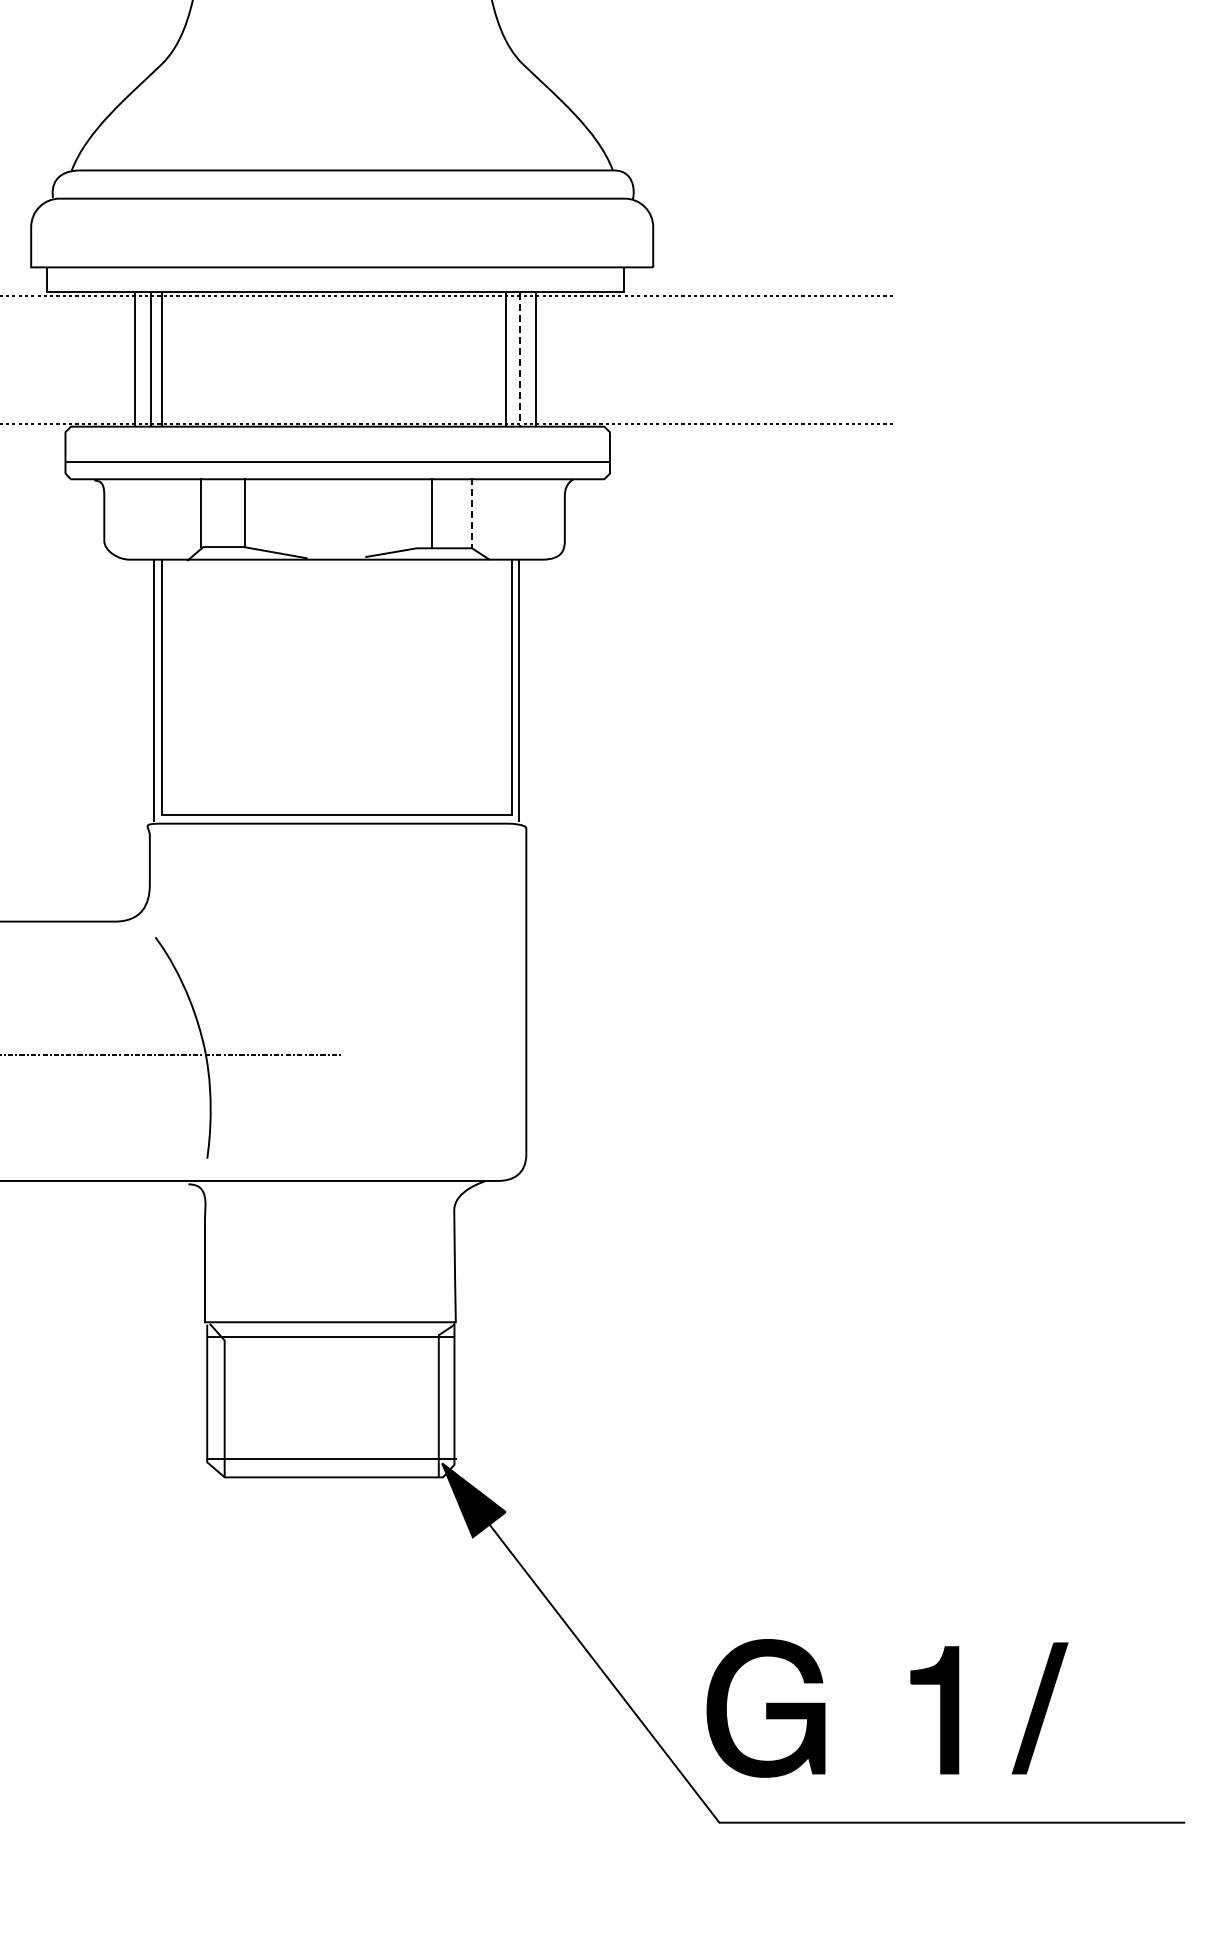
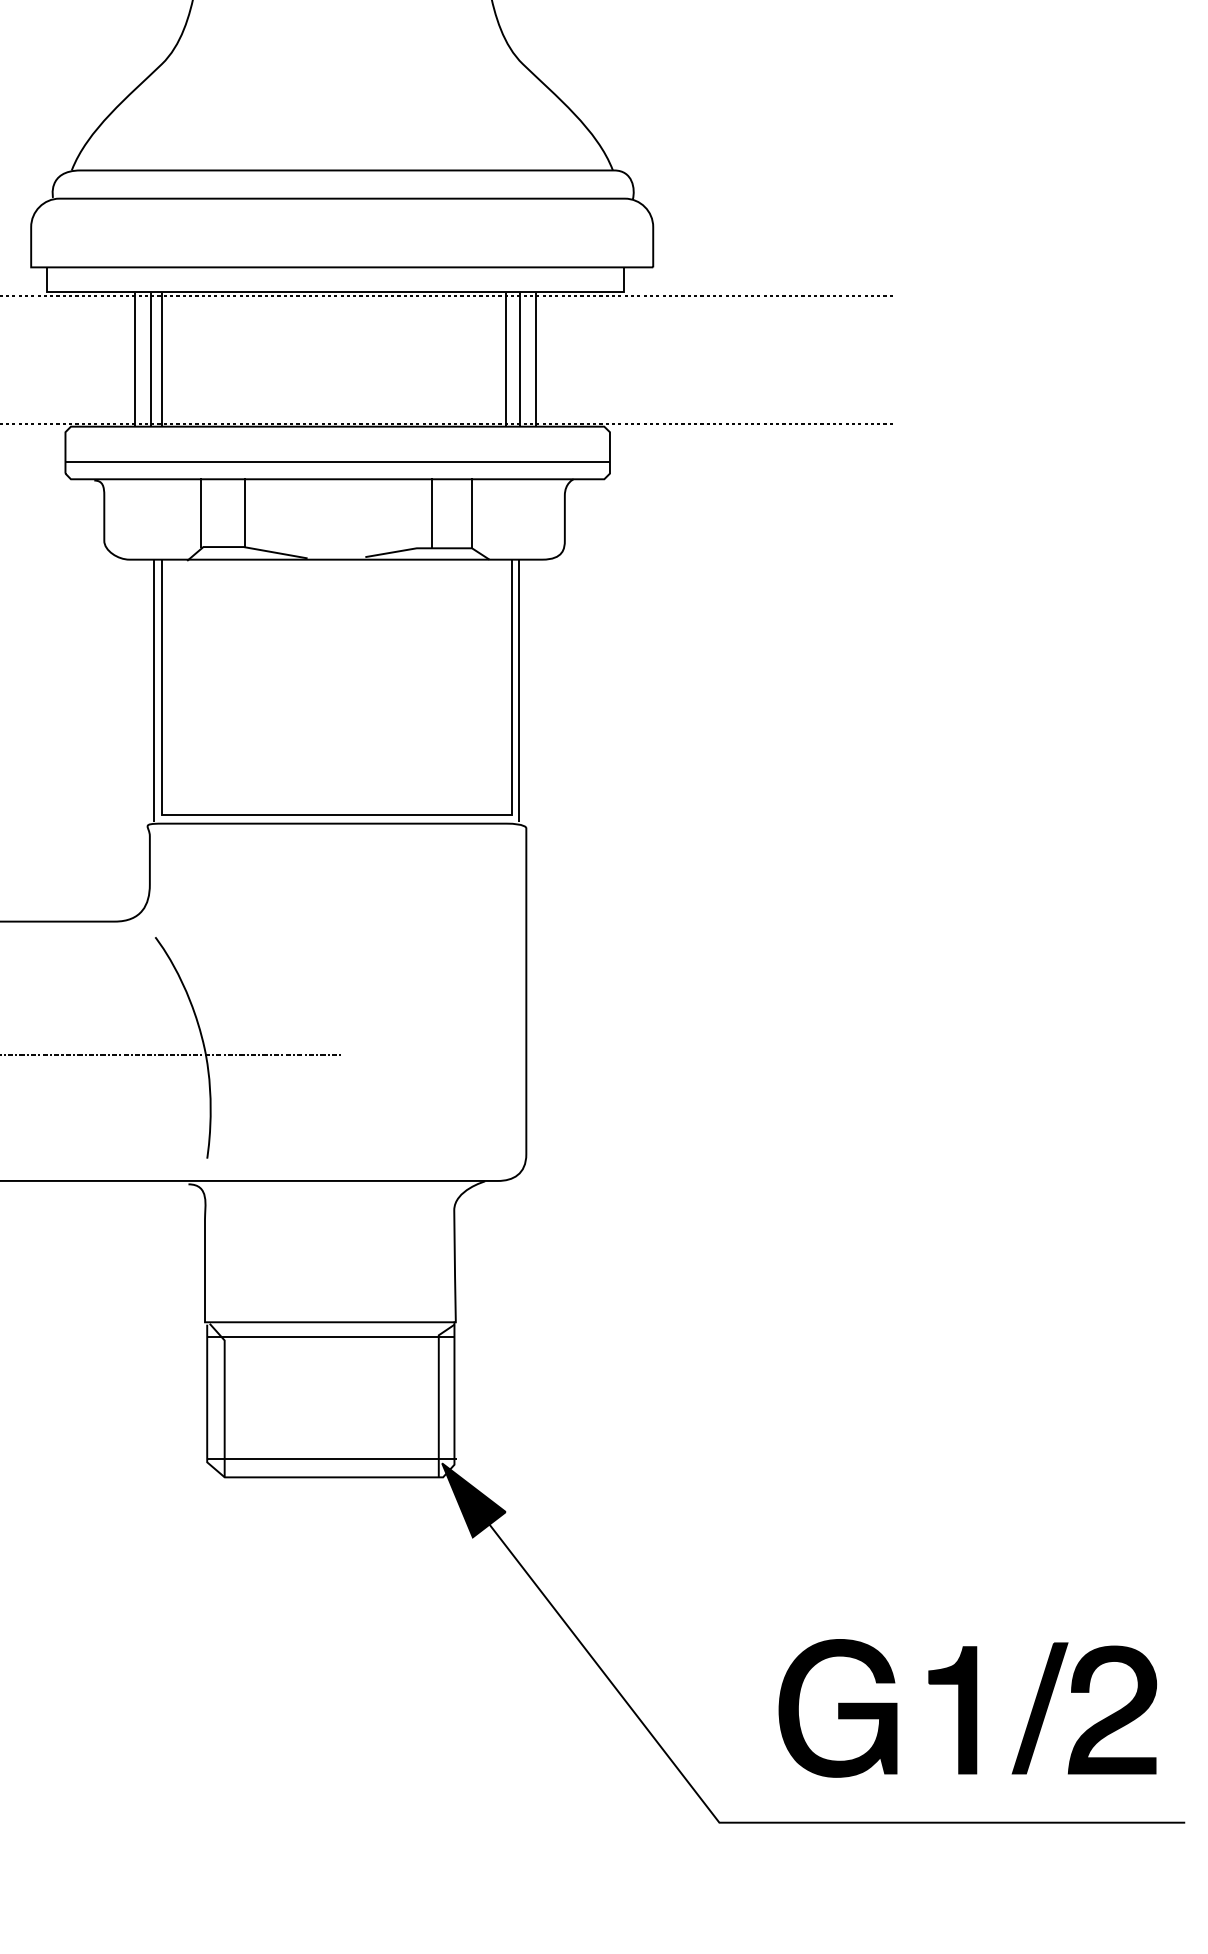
line at (519, 360): dashed -> solid
line at (472, 513): dashed -> solid
part at (765, 1708) position: (765, 1708) -> (837, 1708)
part at (1112, 1709): none -> present
part at (934, 1710) position: (934, 1710) -> (952, 1710)
